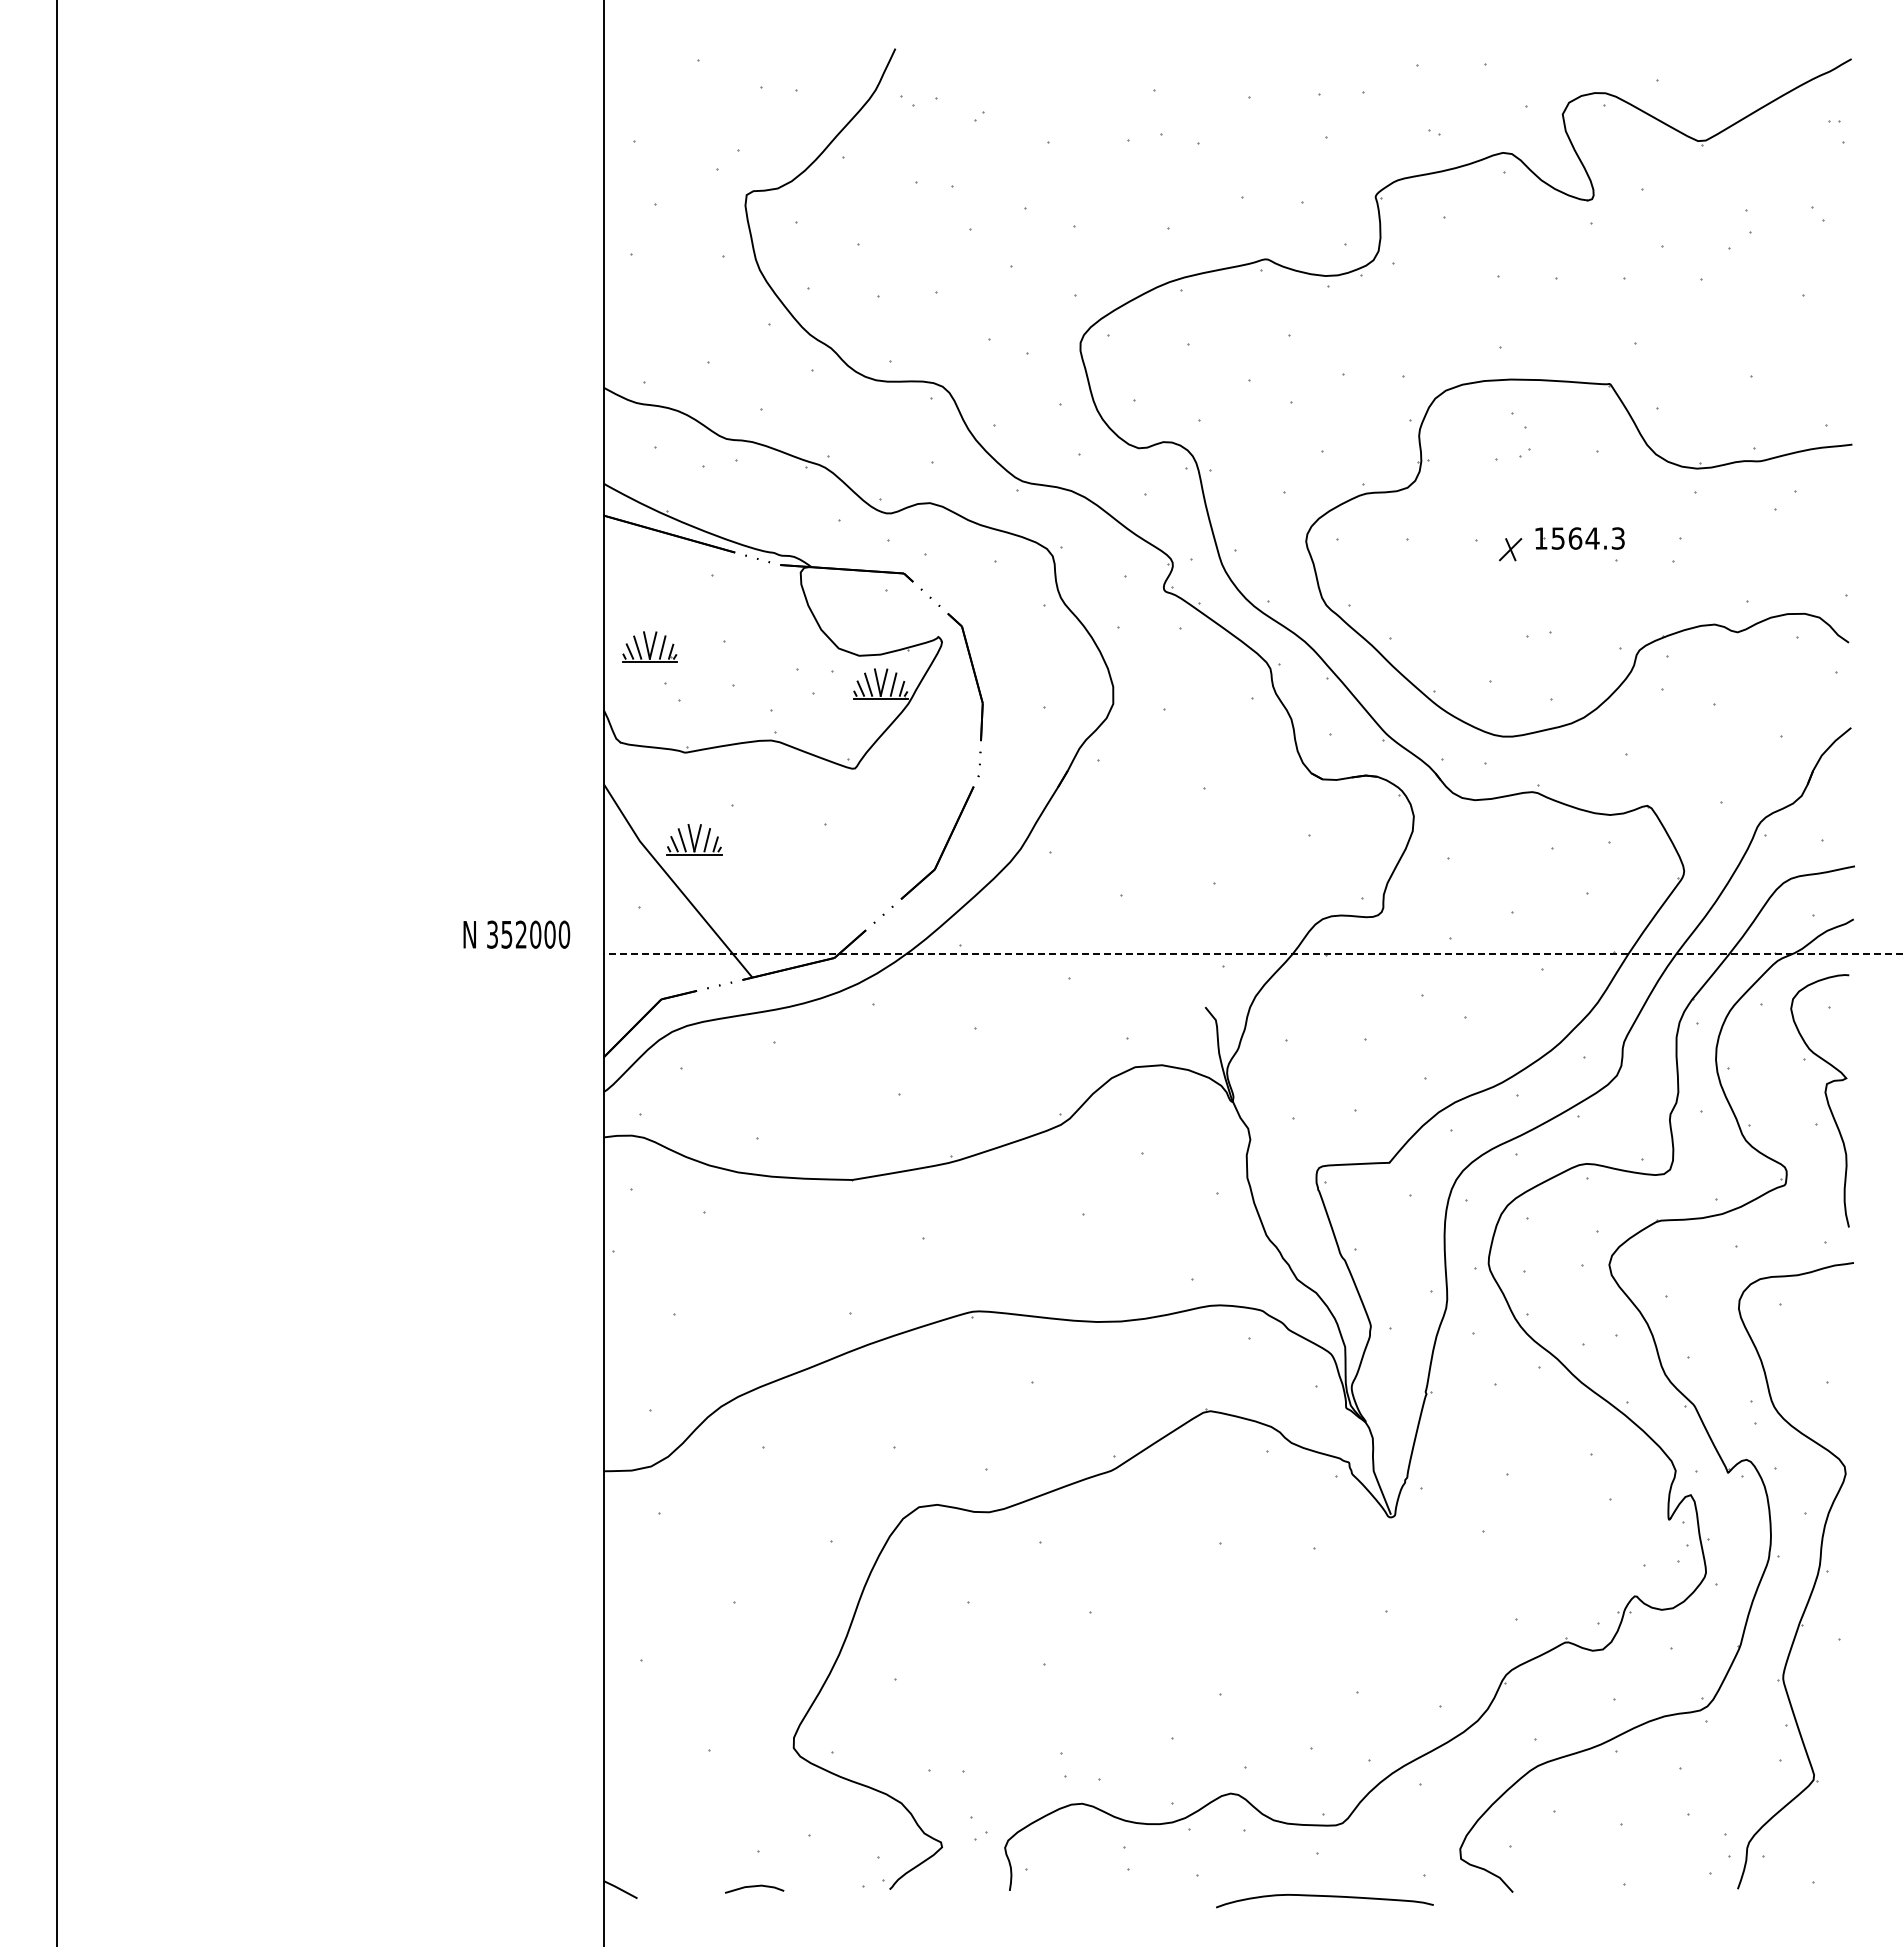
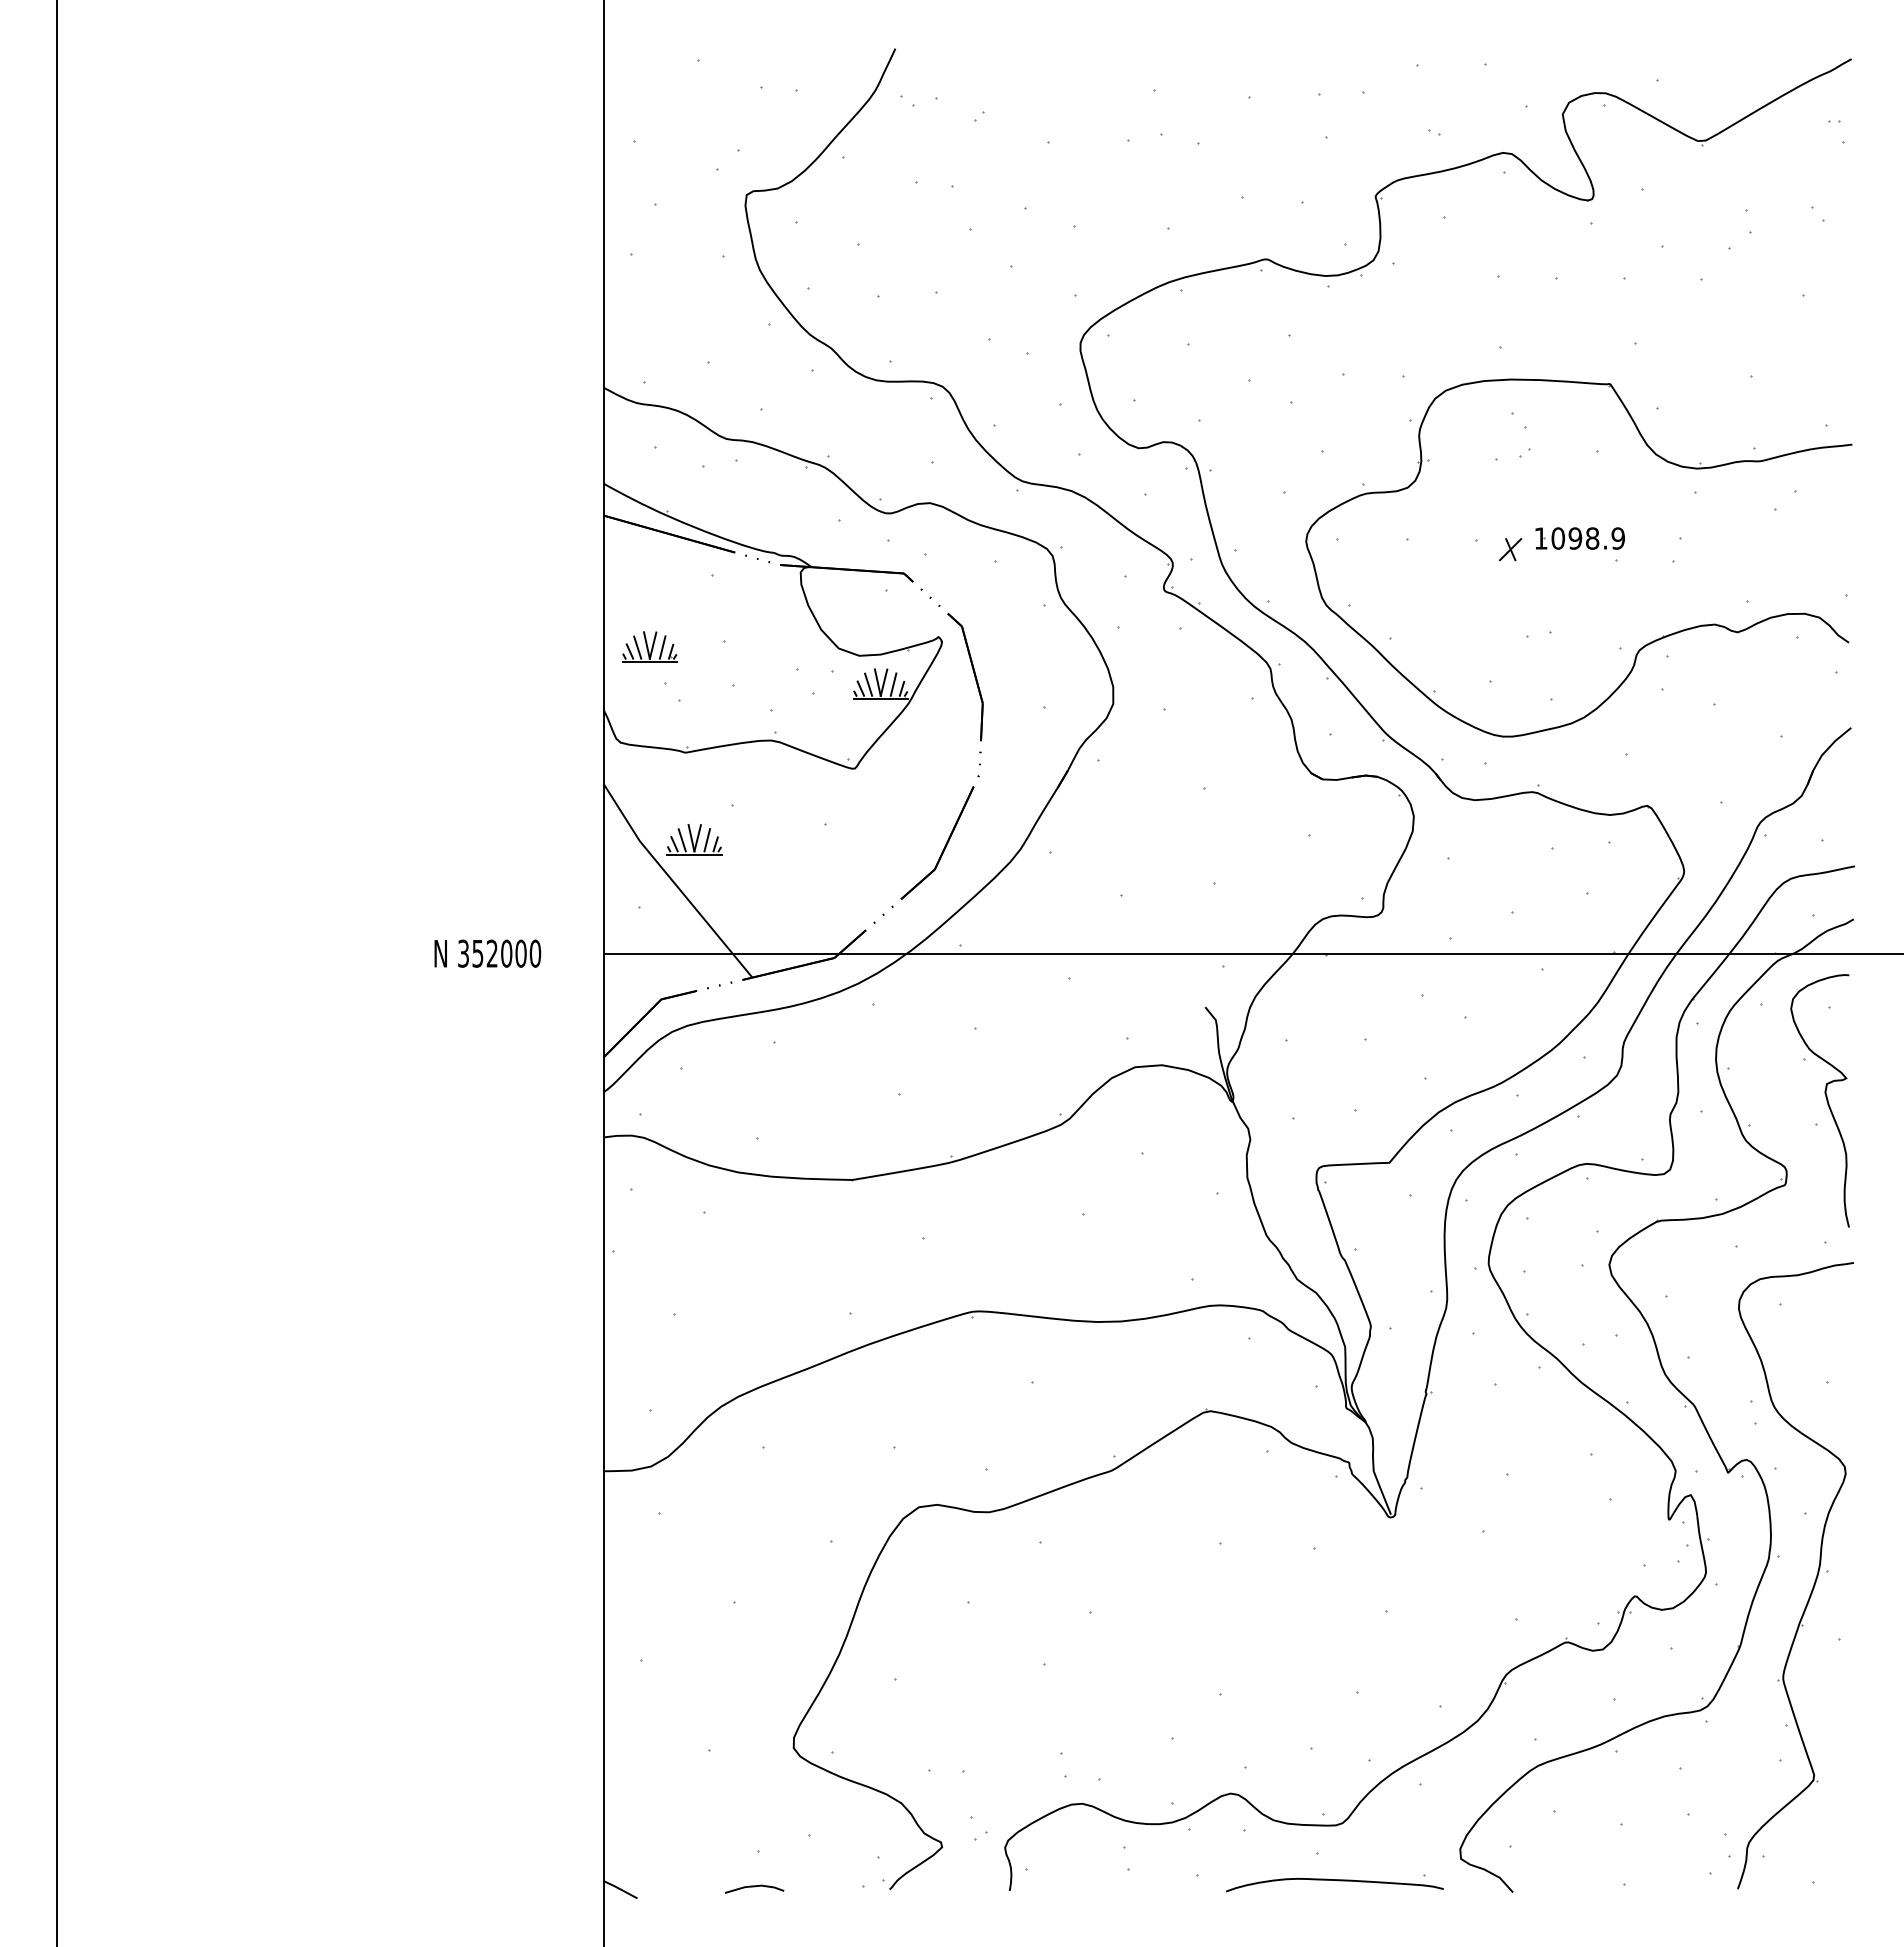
text at (1587, 538): 1564.3 -> 1098.9
text at (516, 934) position: (516, 934) -> (487, 953)
line at (1252, 953): dashed -> solid
curve at (1324, 1896) position: (1324, 1896) -> (1334, 1880)
